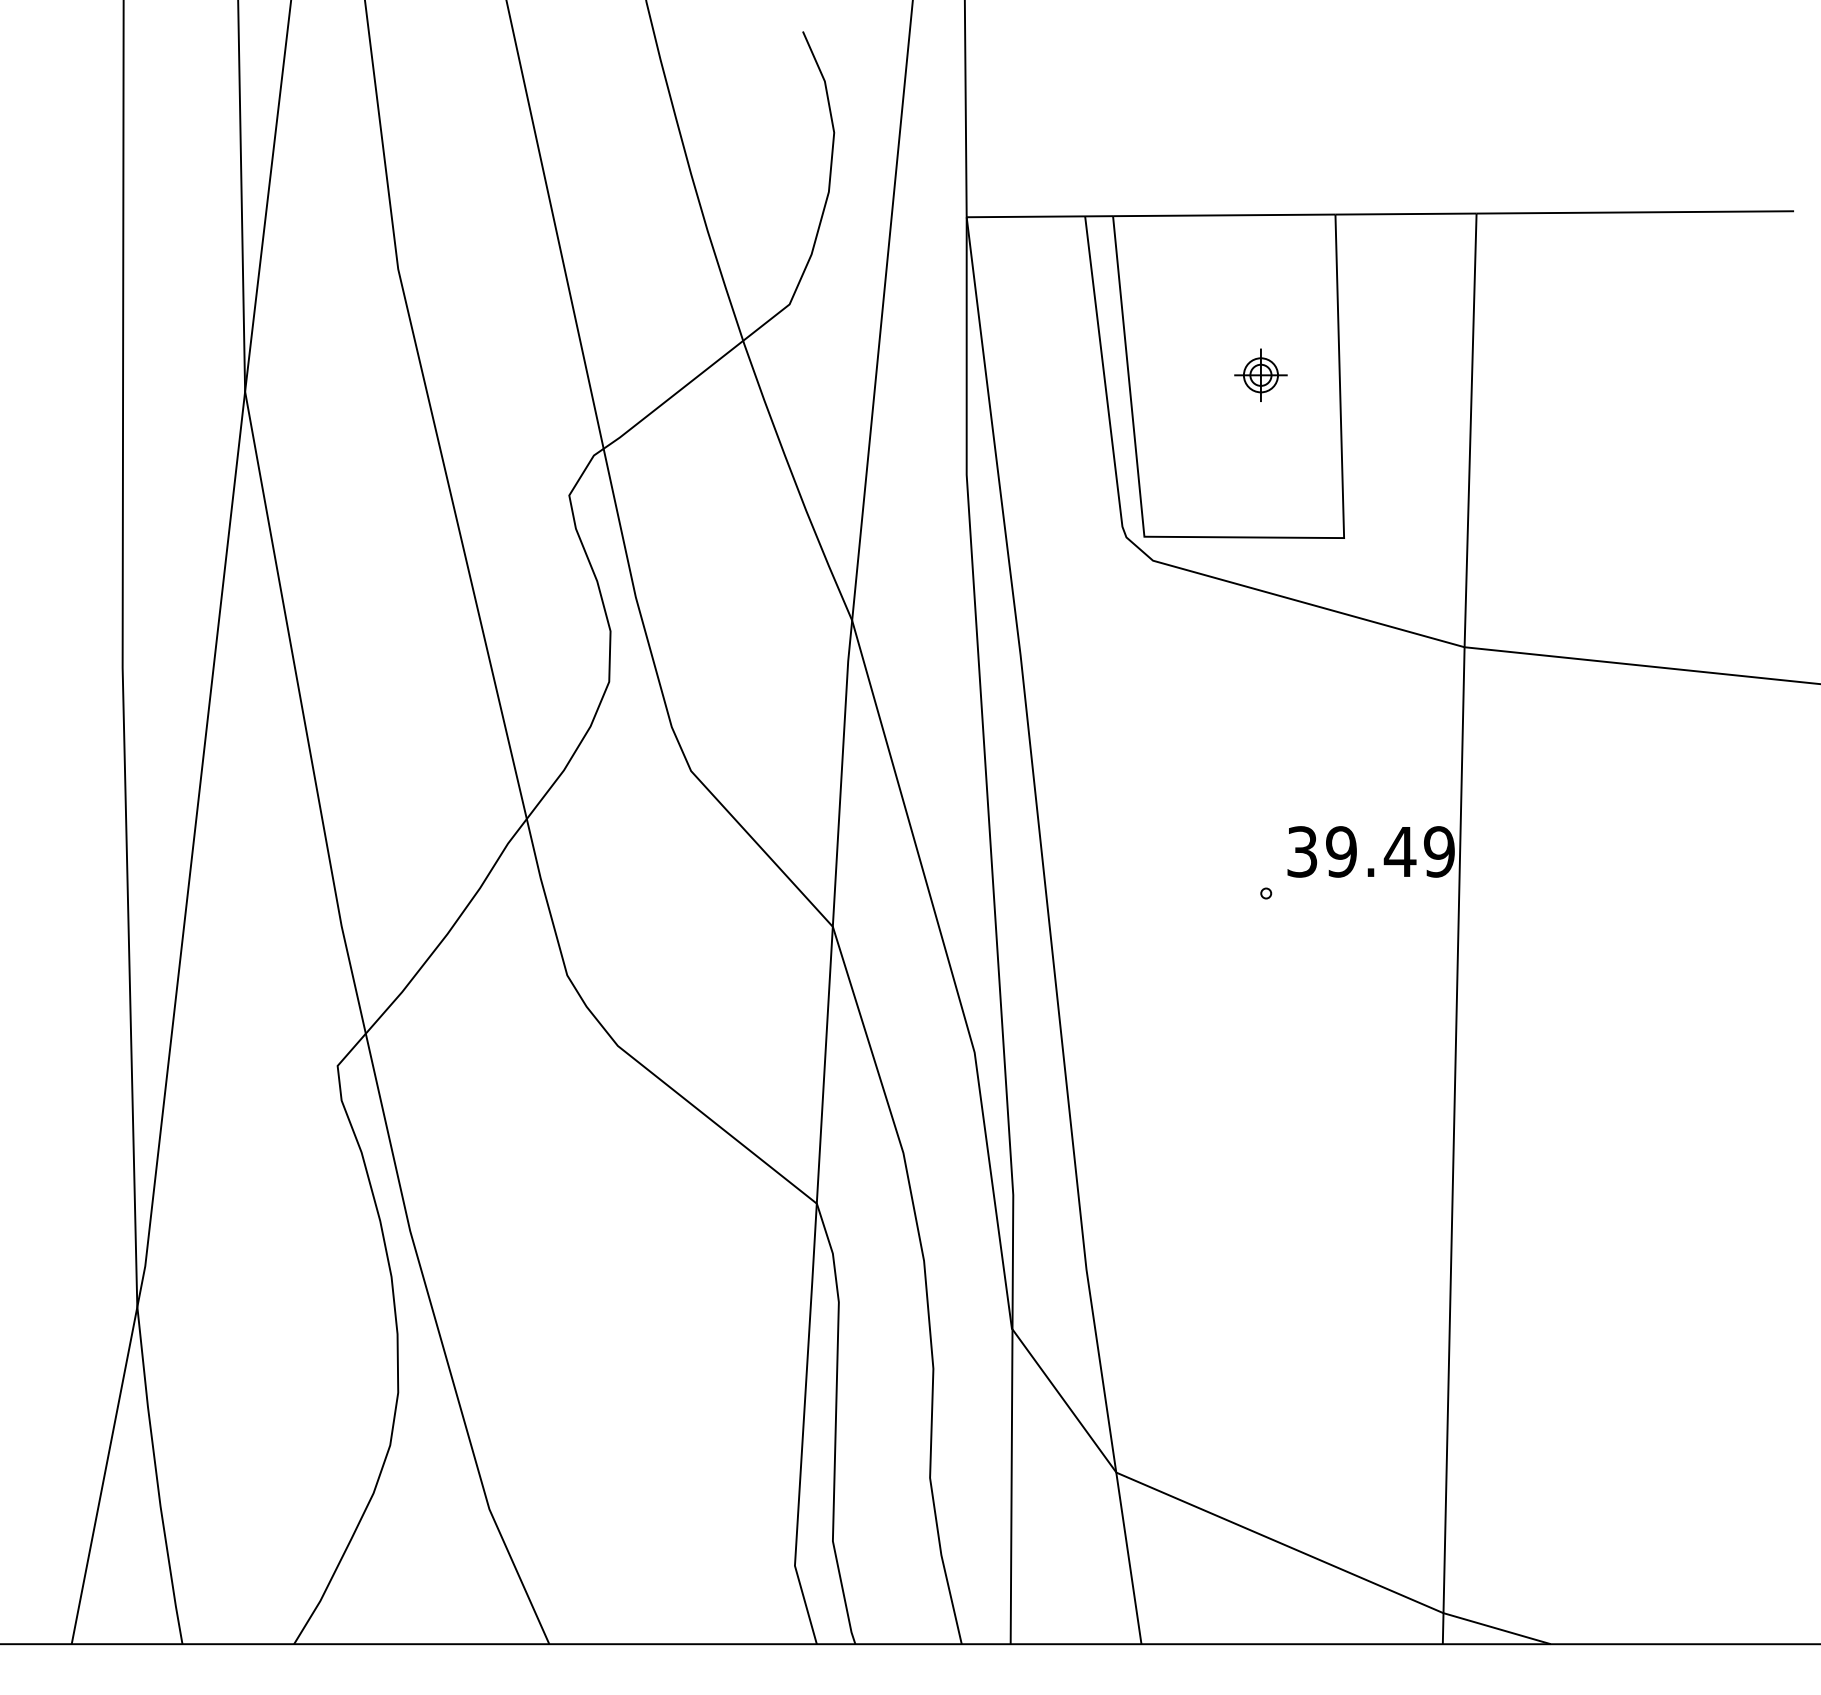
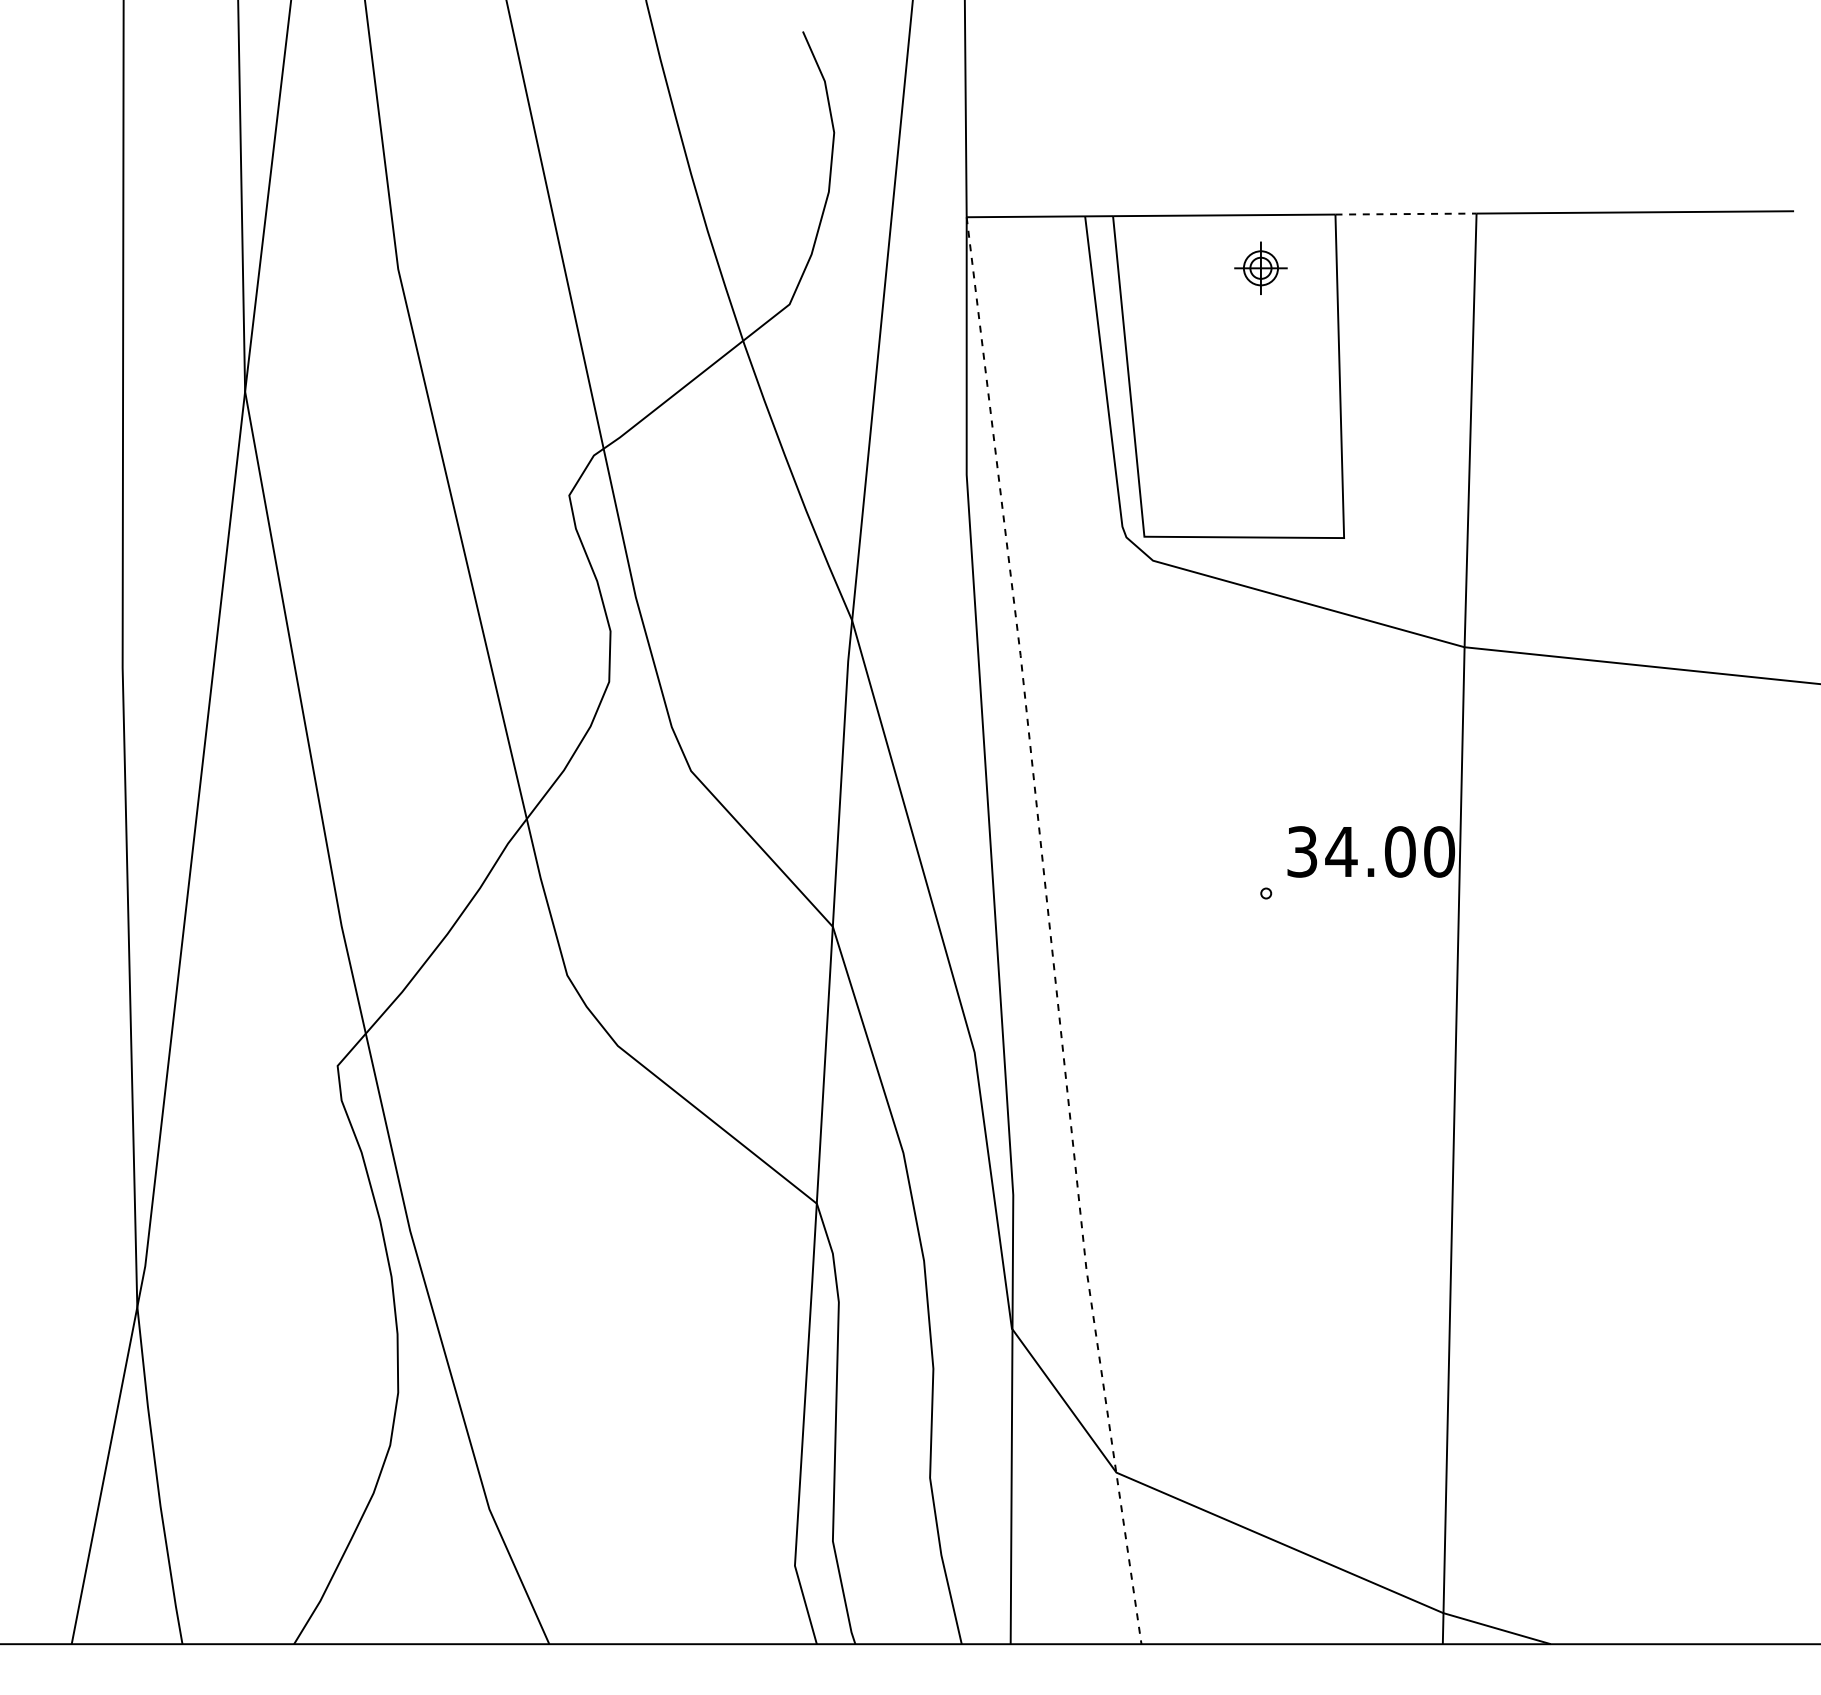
line at (1406, 214): solid -> dashed
part at (1260, 374) position: (1260, 374) -> (1260, 267)
text at (1390, 851): 39.49 -> 34.00
line at (1050, 931): solid -> dashed
